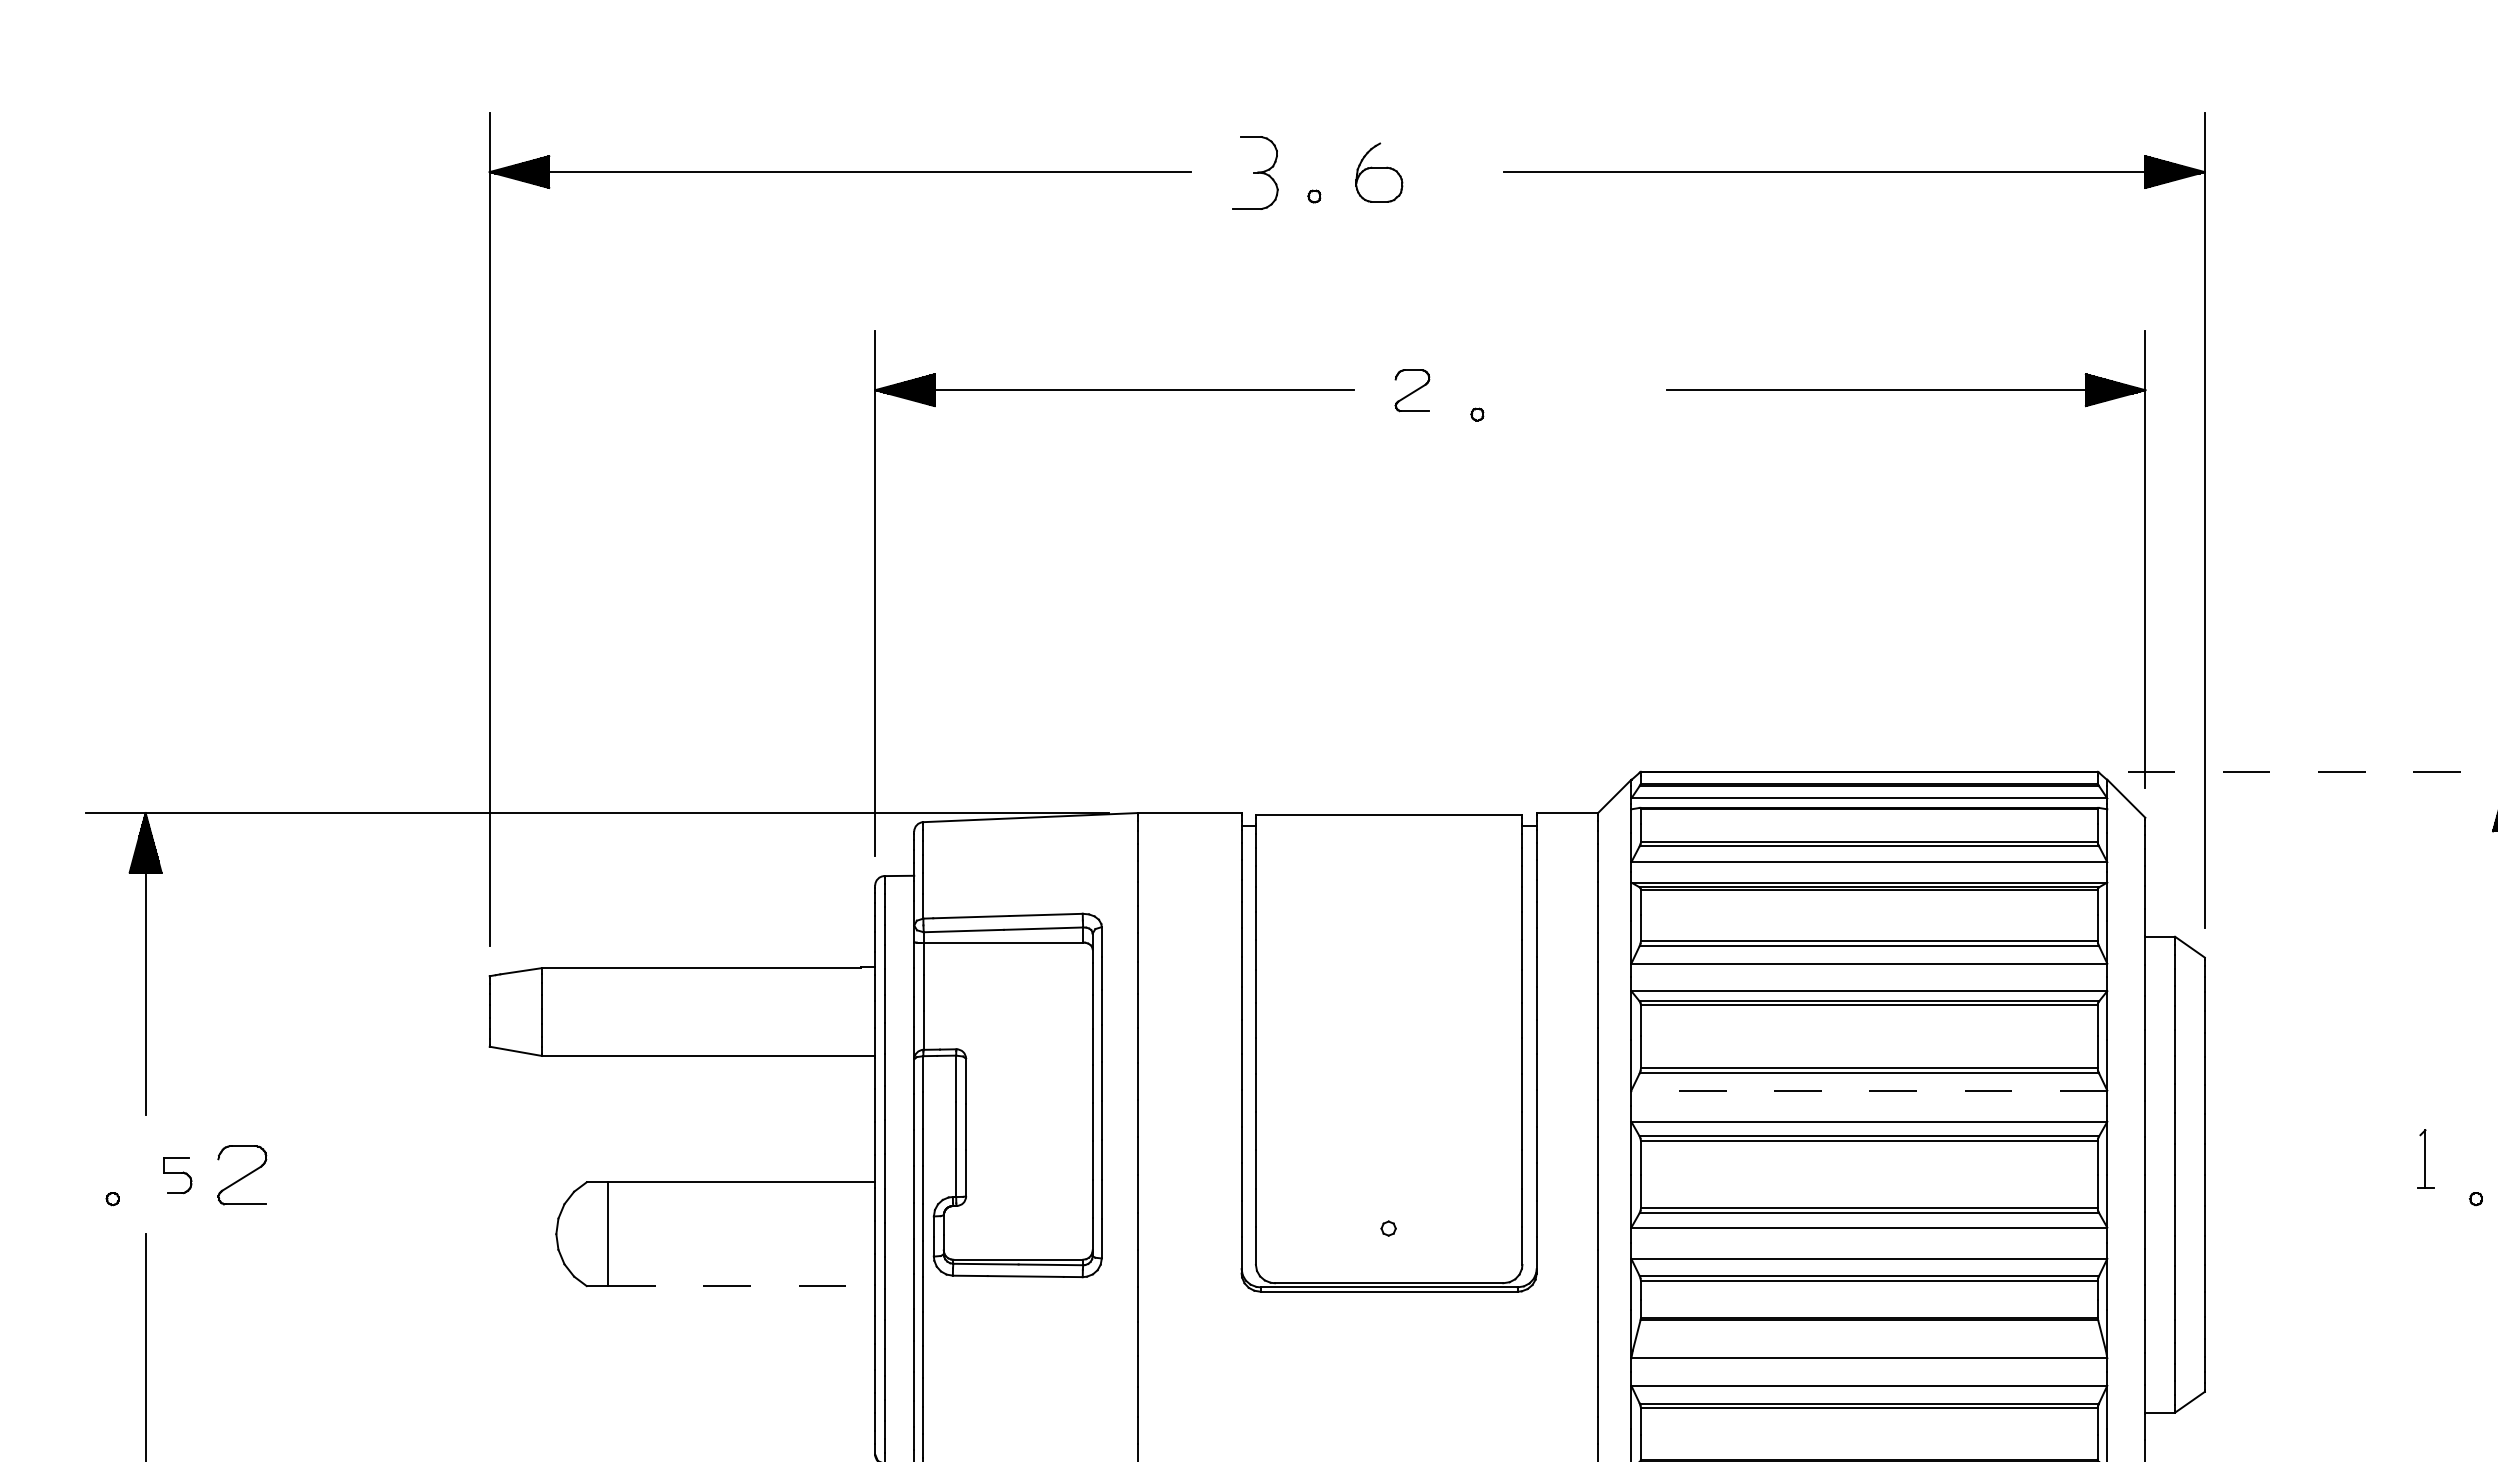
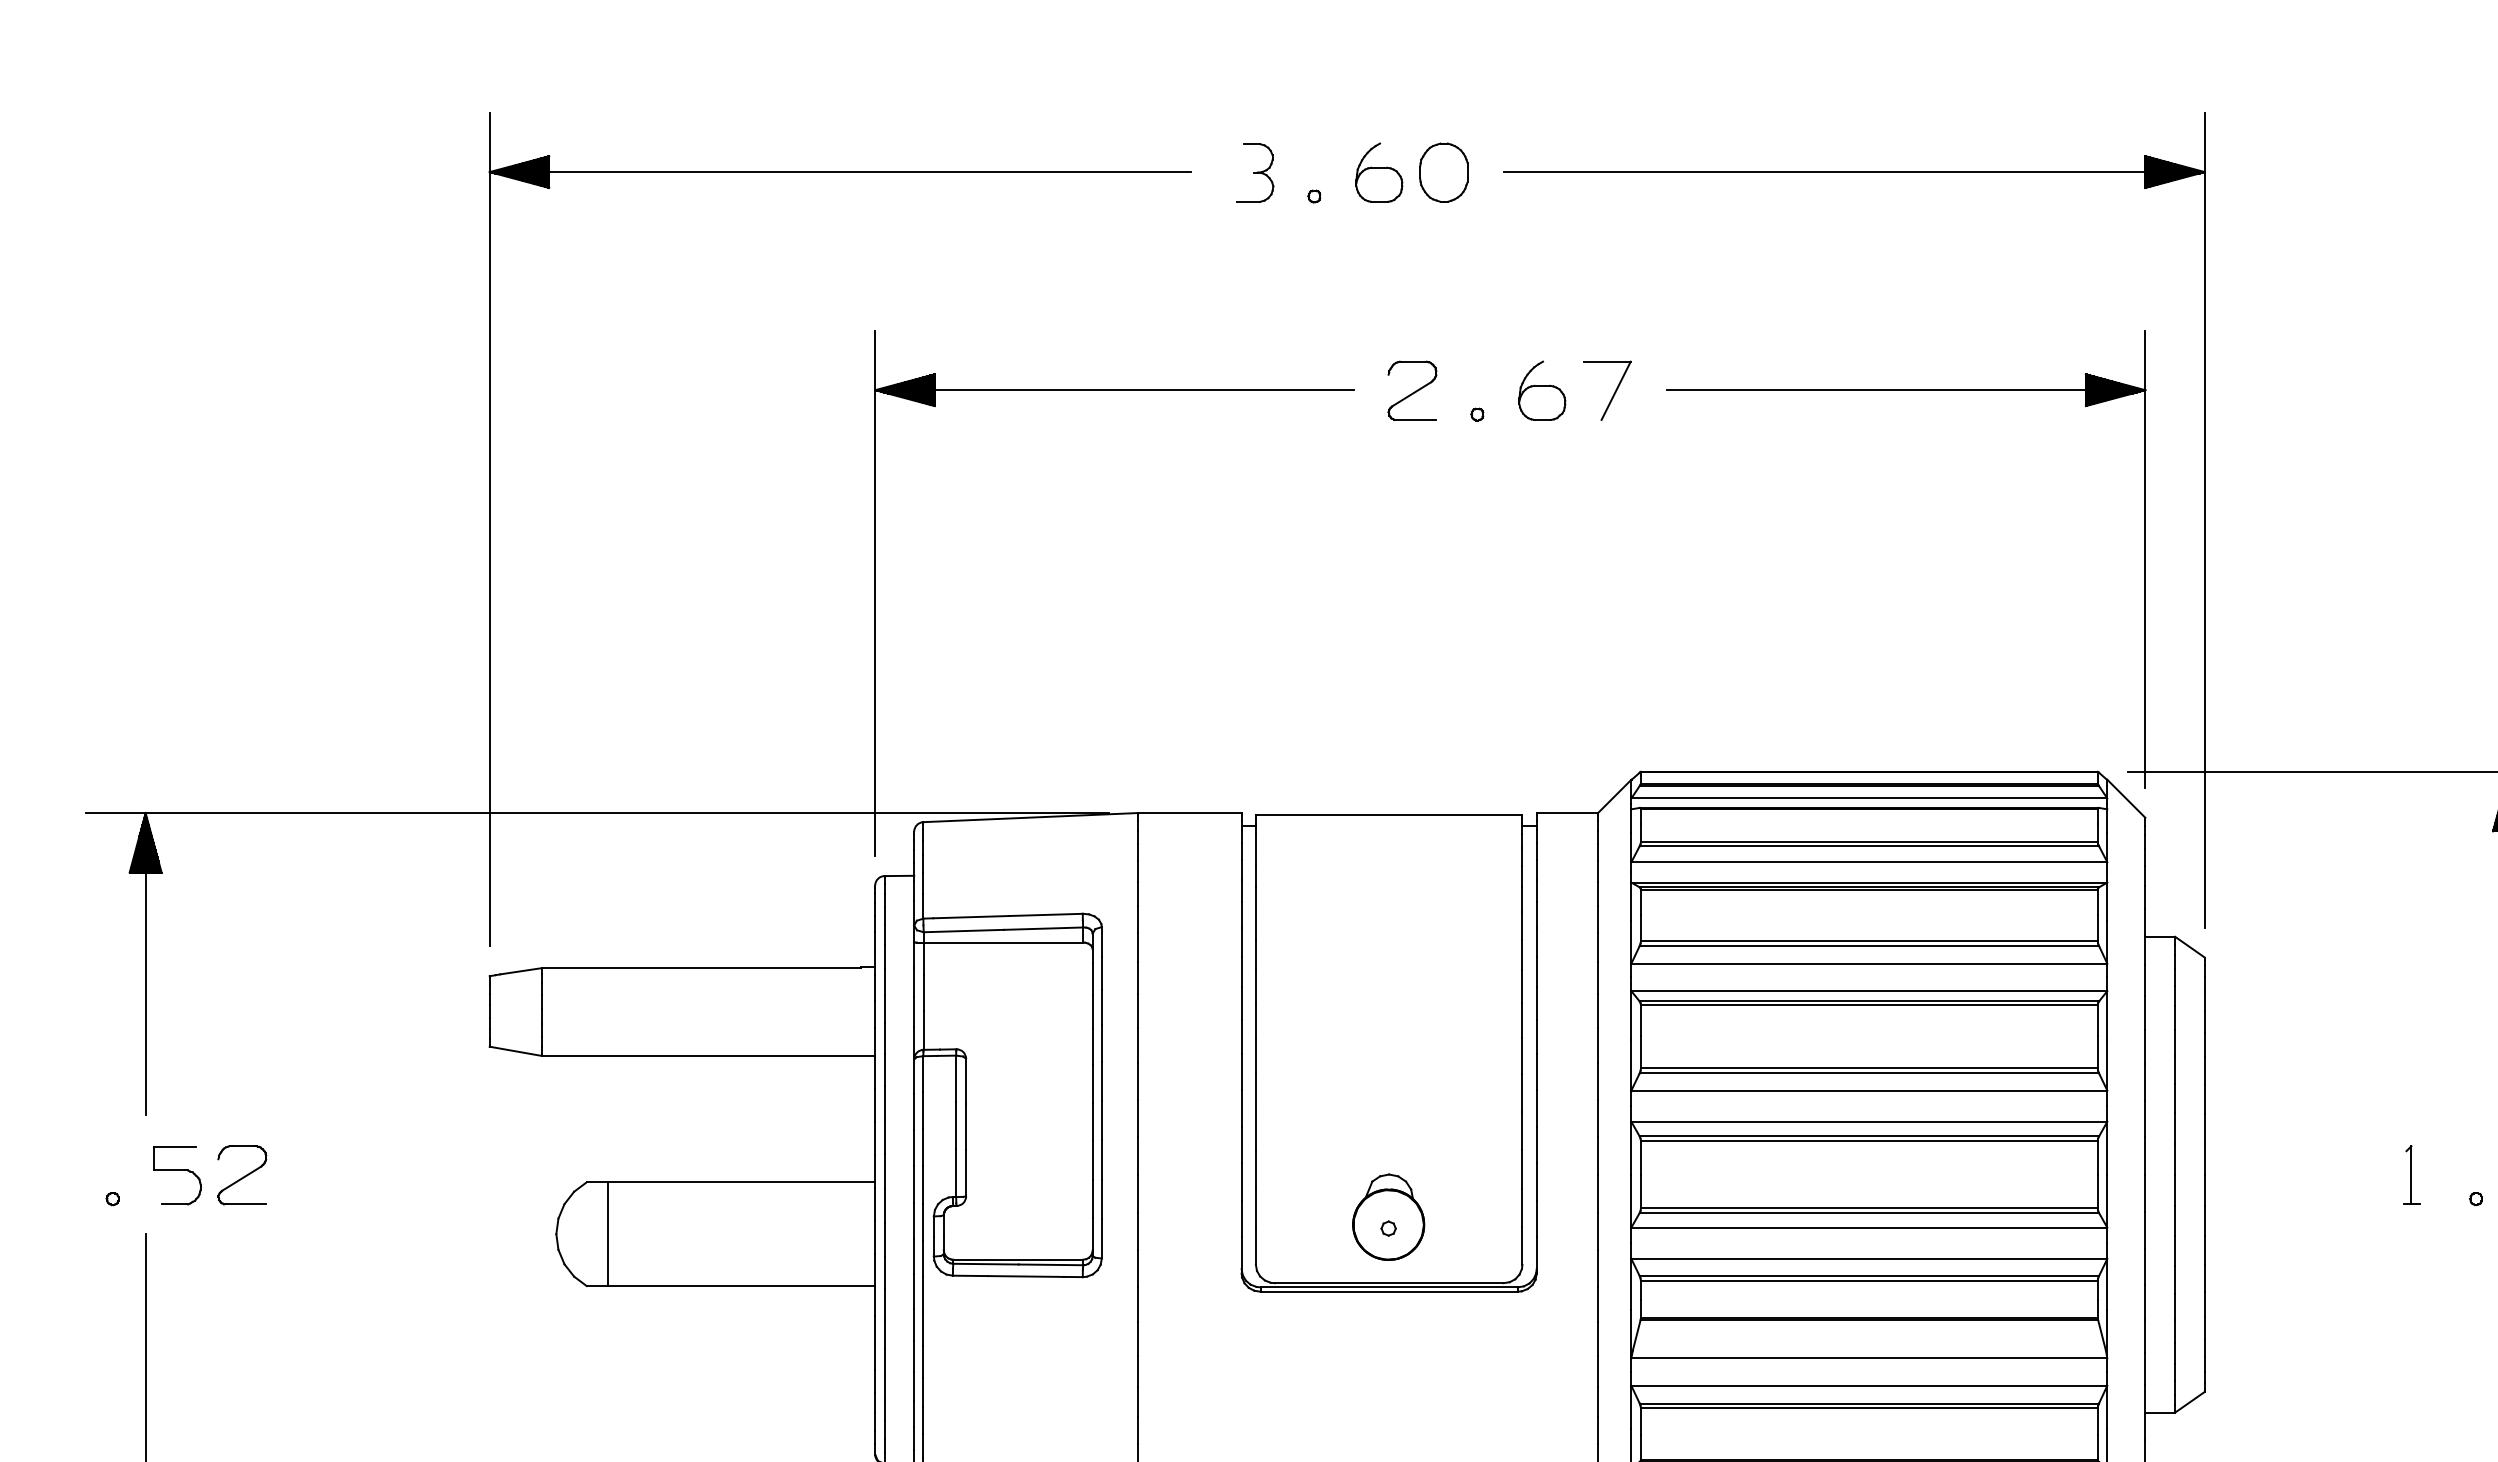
part at (1255, 172) size: 47x74 px -> 39x60 px
part at (1443, 172): none -> present
part at (1412, 390) size: 37x44 px -> 51x61 px
part at (1542, 390): none -> present
part at (1613, 393): none -> present
line at (2312, 771): dashed -> solid
line at (1869, 1090): dashed -> solid
part at (2425, 1158) position: (2425, 1158) -> (2411, 1174)
part at (177, 1175) size: 30x38 px -> 49x60 px
part at (1388, 1216): none -> present
line at (742, 1286): dashed -> solid
